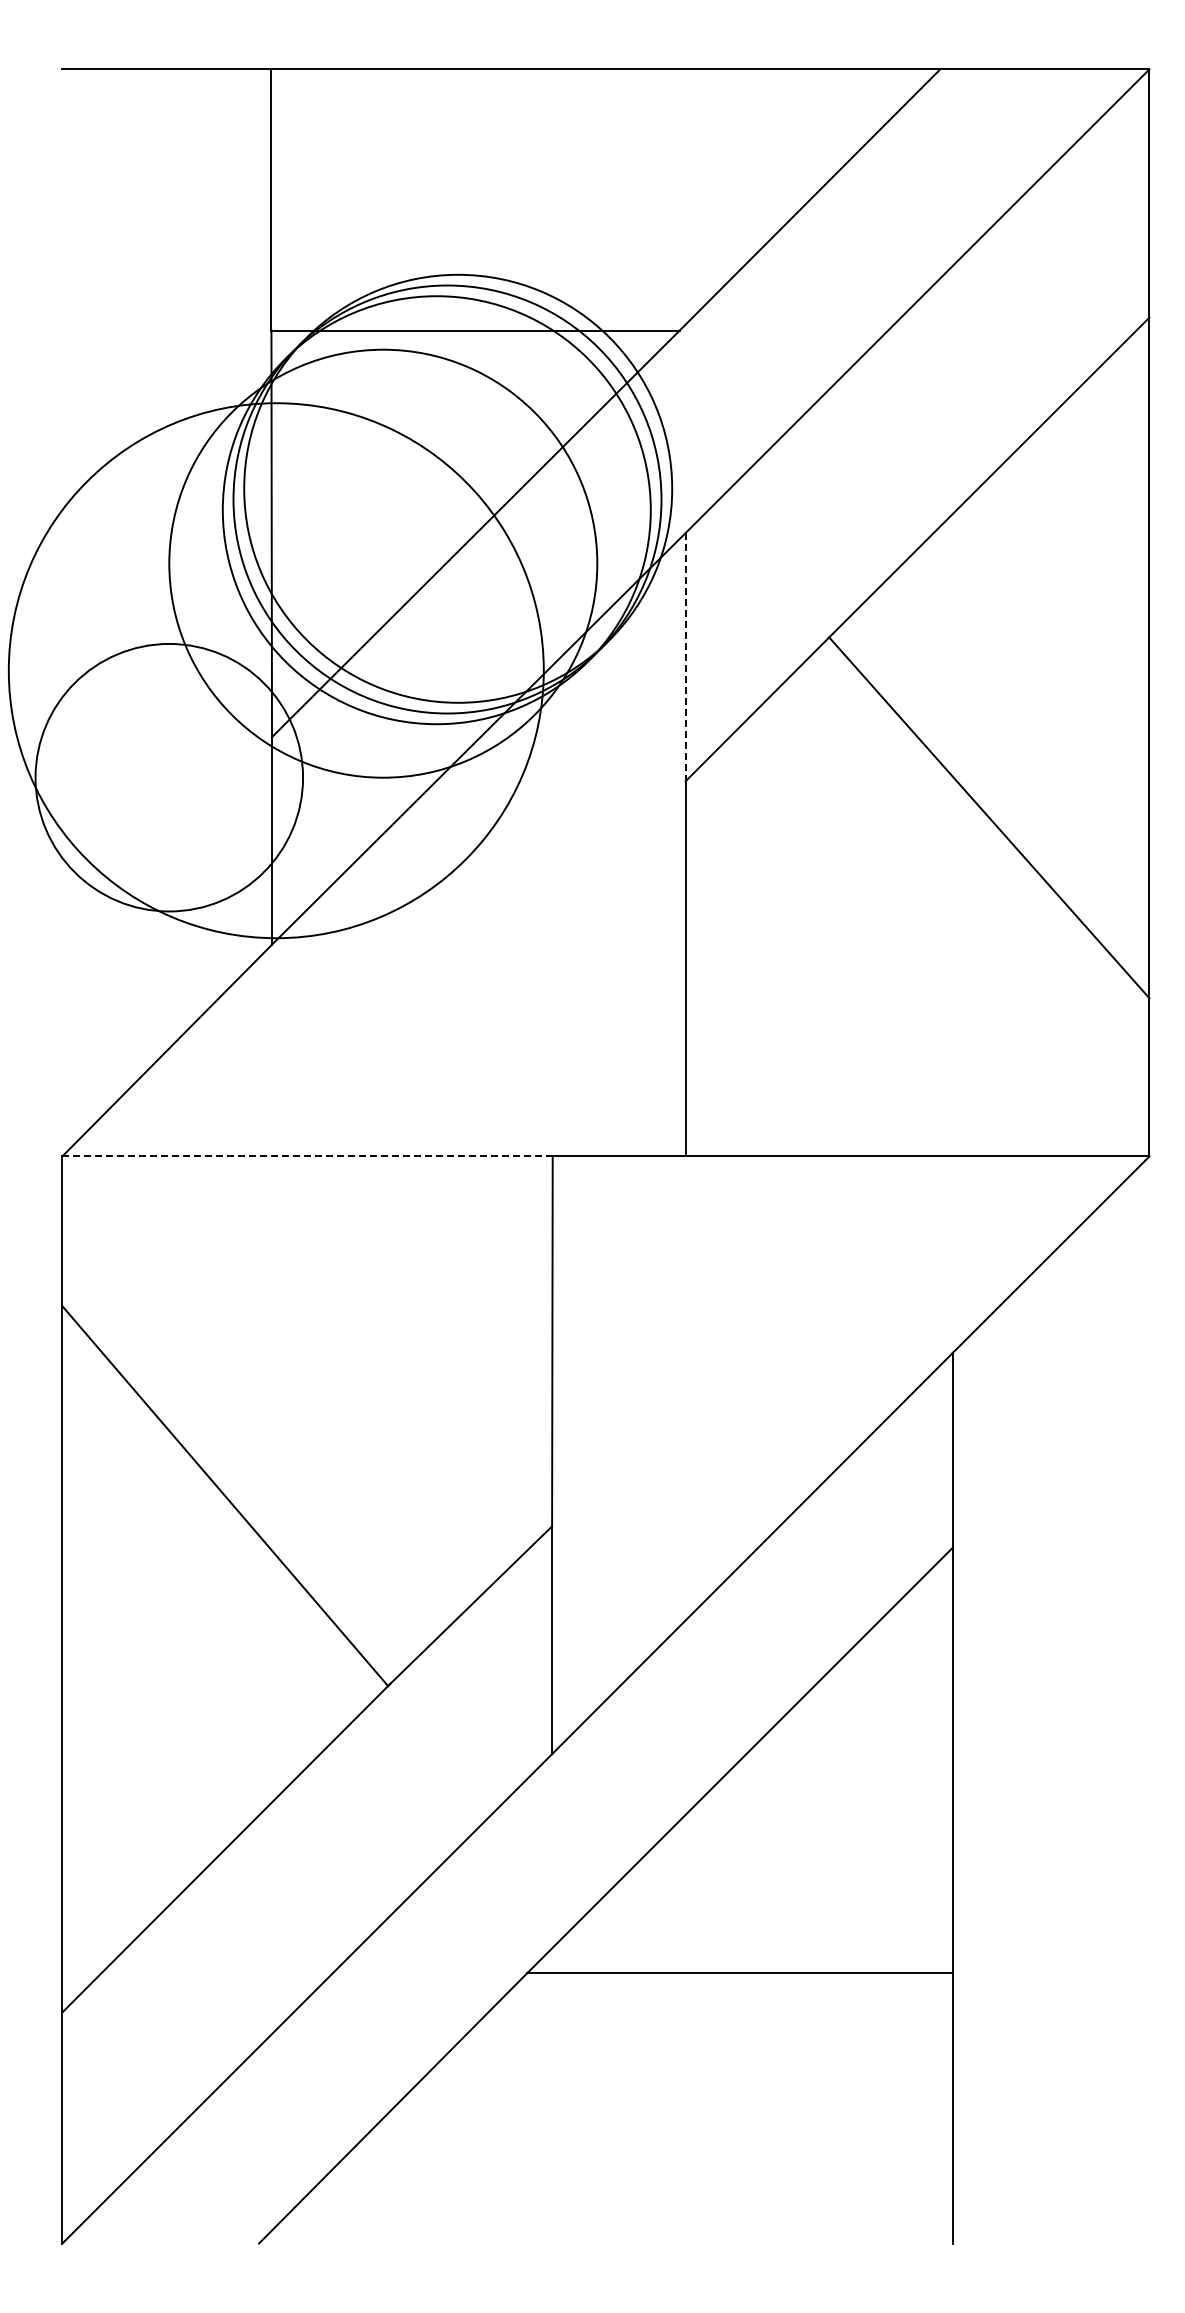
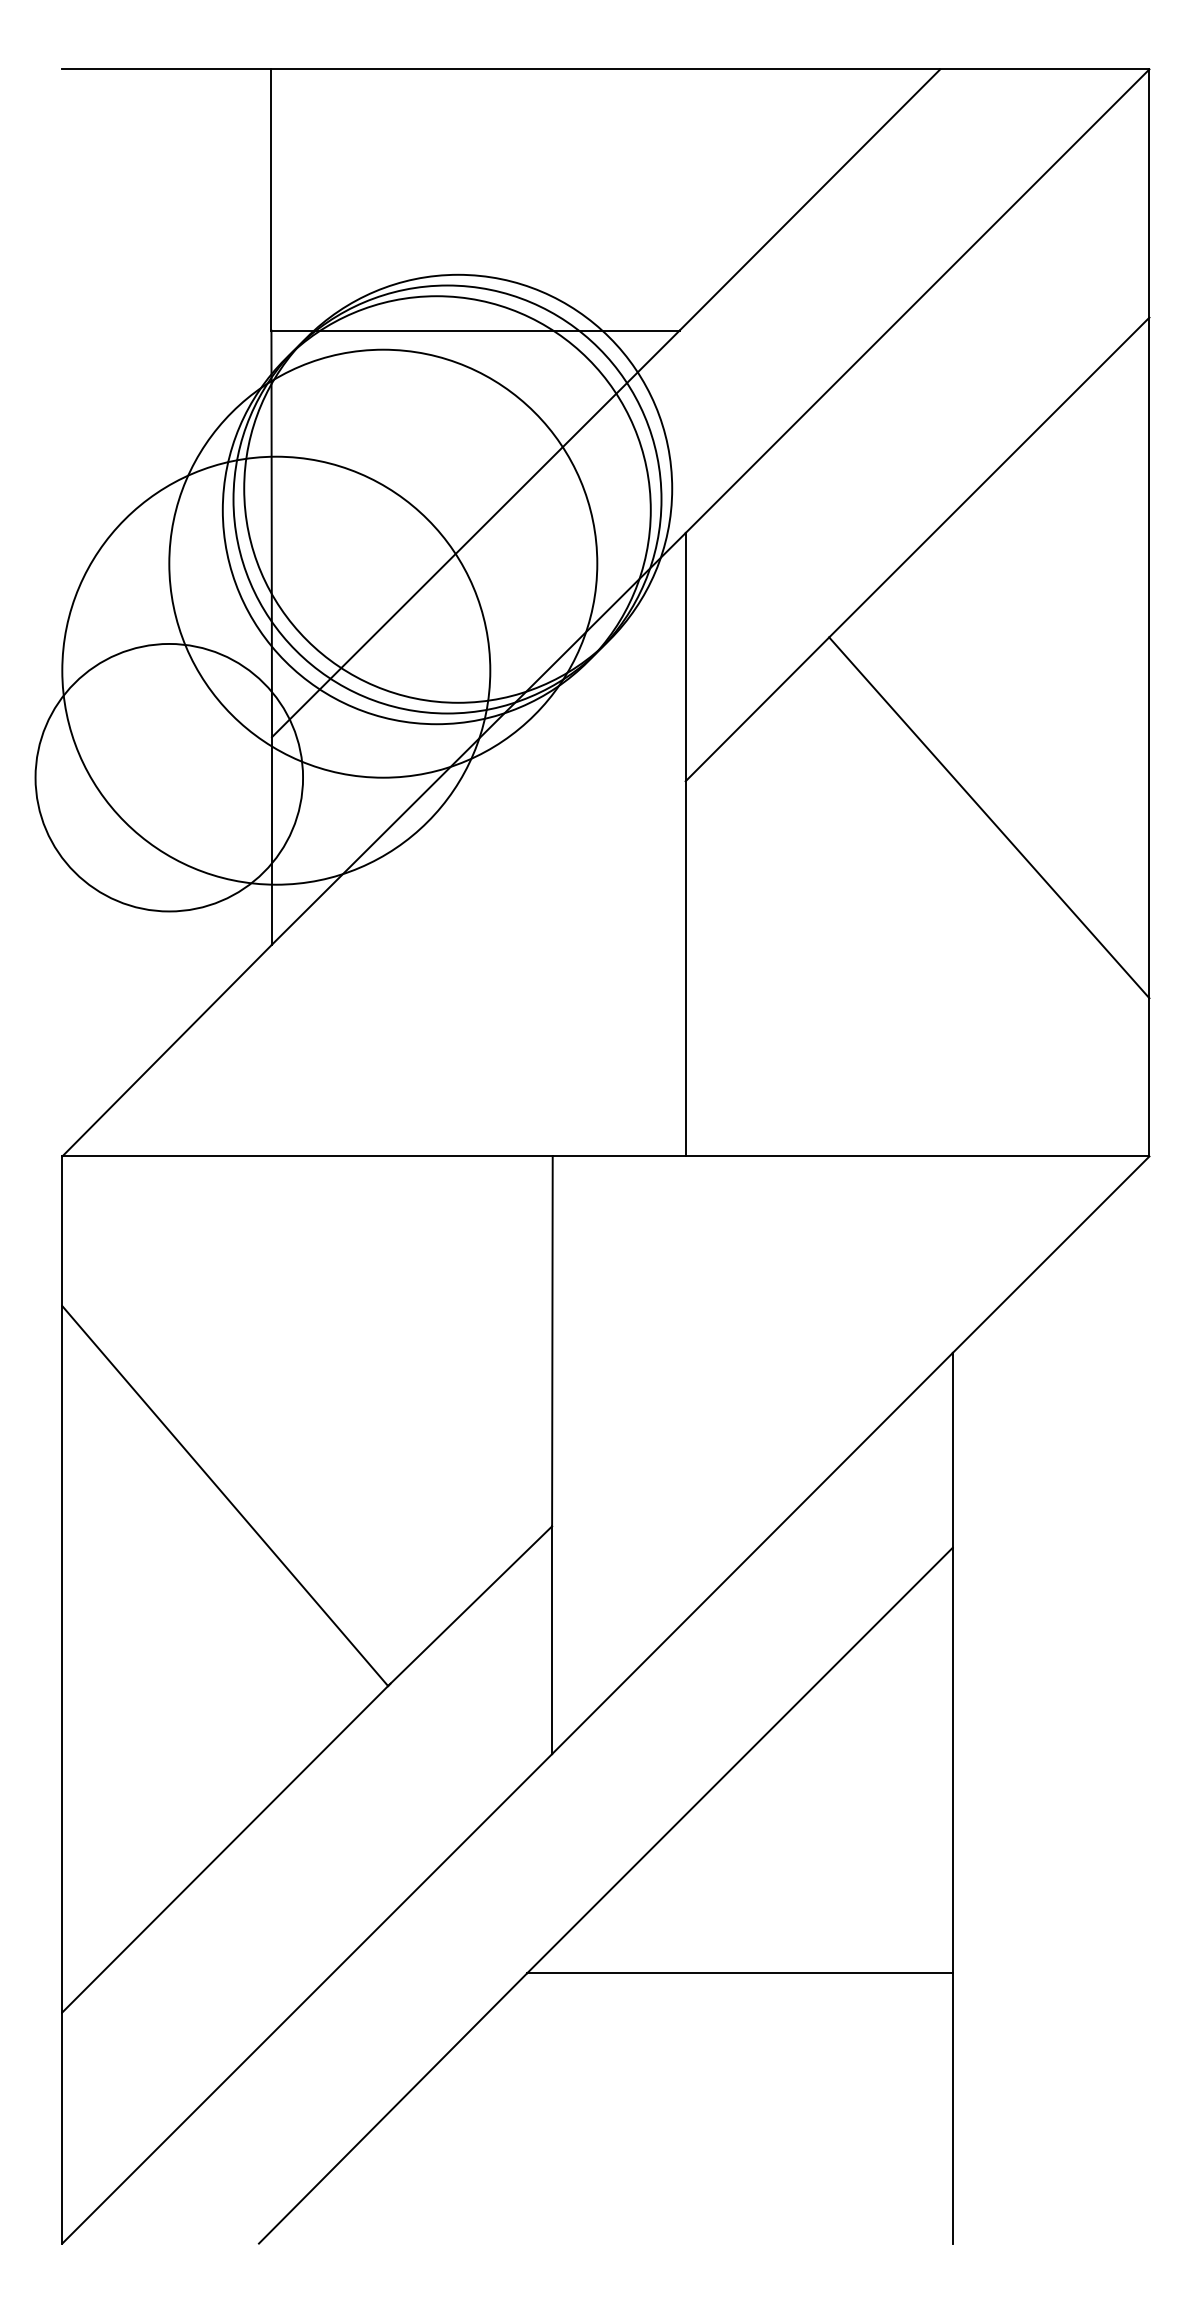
line at (685, 657): dashed -> solid
circle at (275, 670) diameter: 535 px -> 428 px
line at (307, 1156): dashed -> solid
